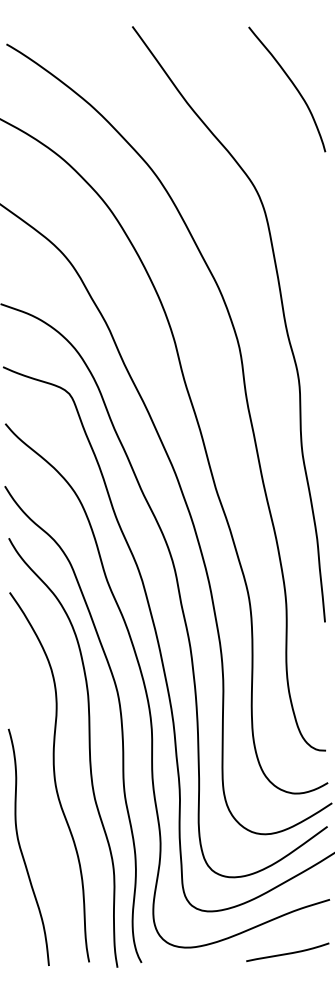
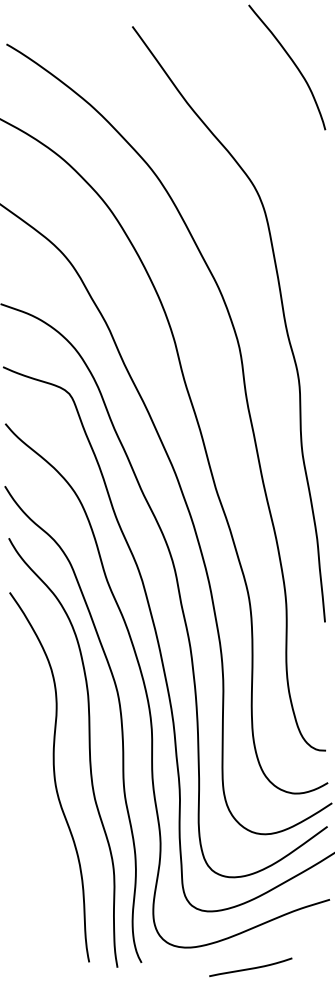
curve at (292, 84) position: (292, 84) -> (292, 62)
curve at (21, 848): present -> none
curve at (288, 952) position: (288, 952) -> (251, 967)
